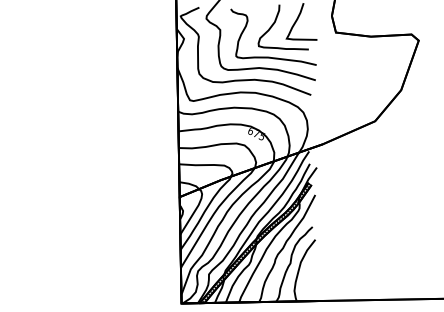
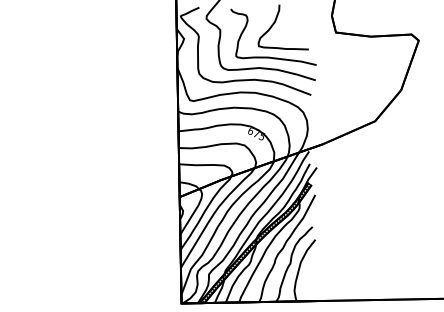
curve at (298, 19): present -> none
